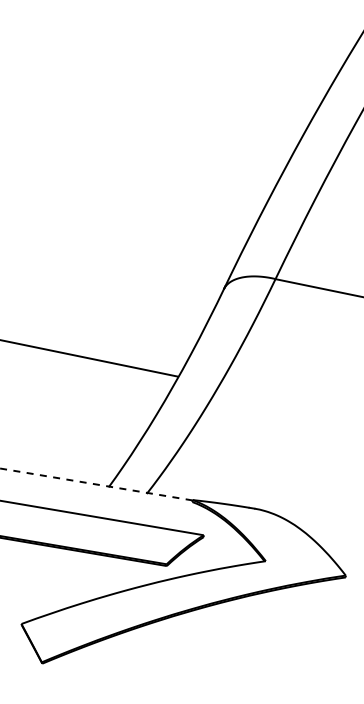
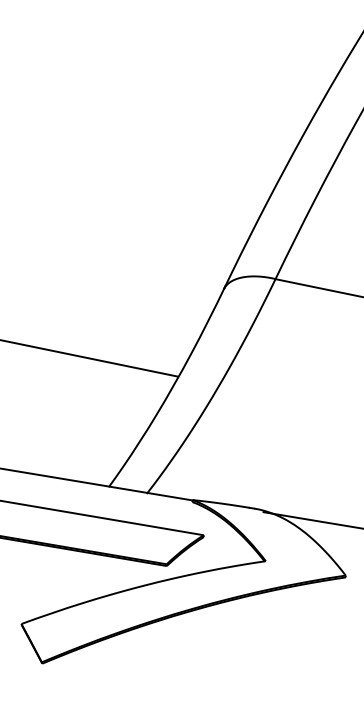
line at (95, 484): dashed -> solid
line at (311, 520): none -> present
